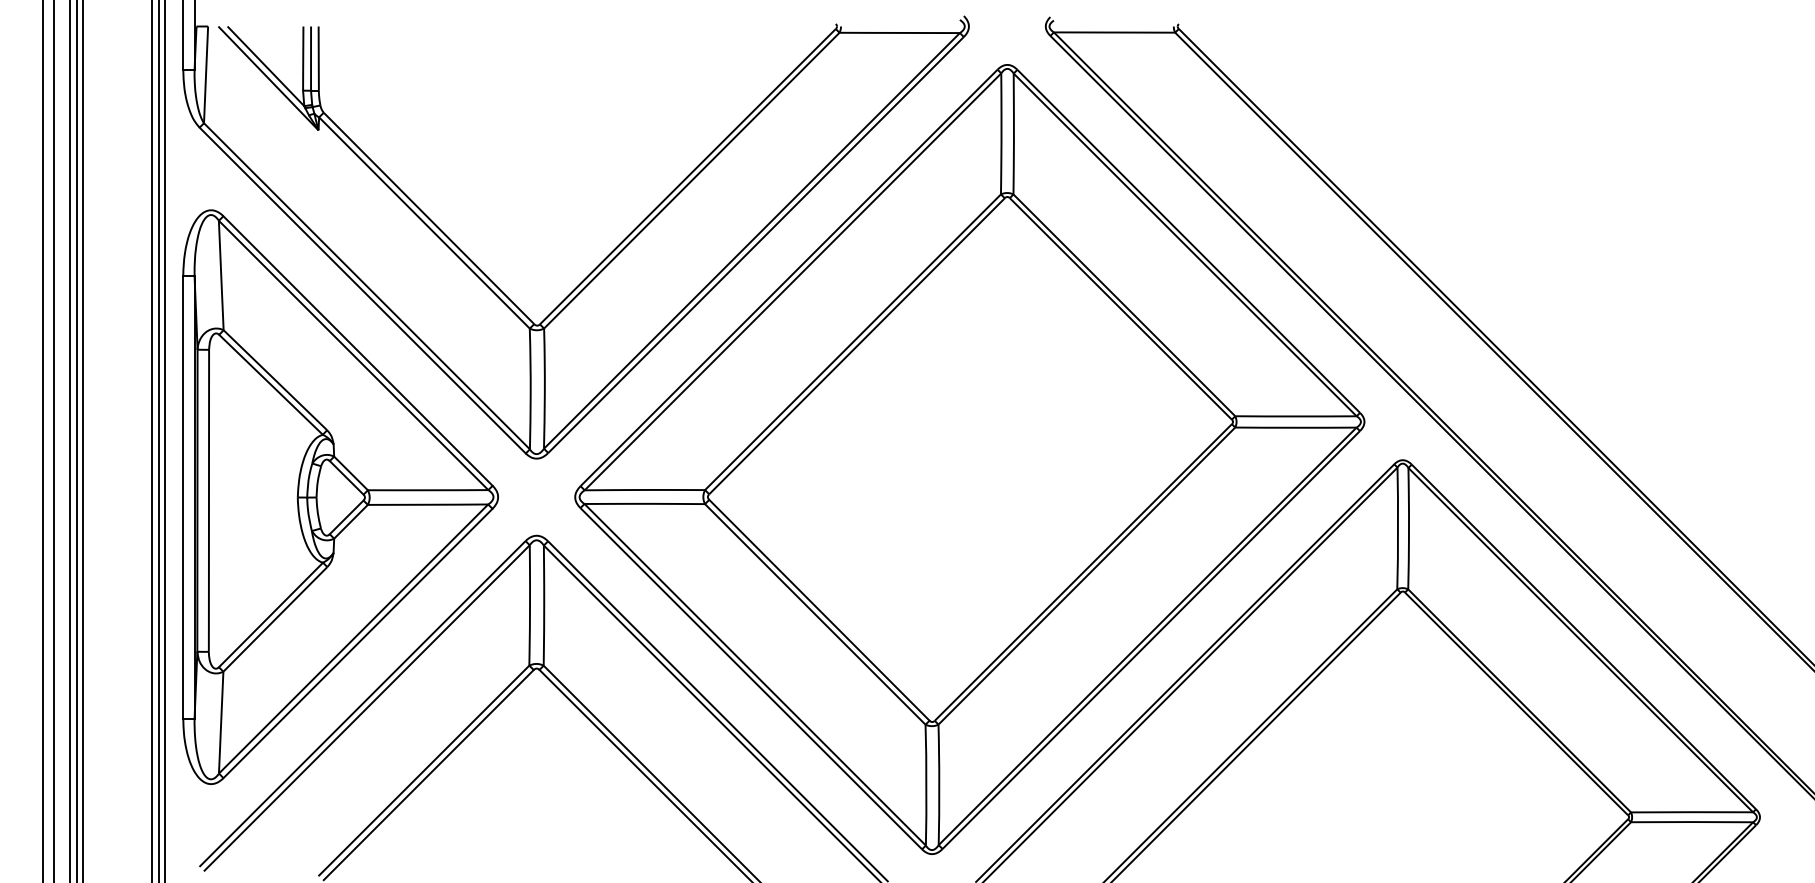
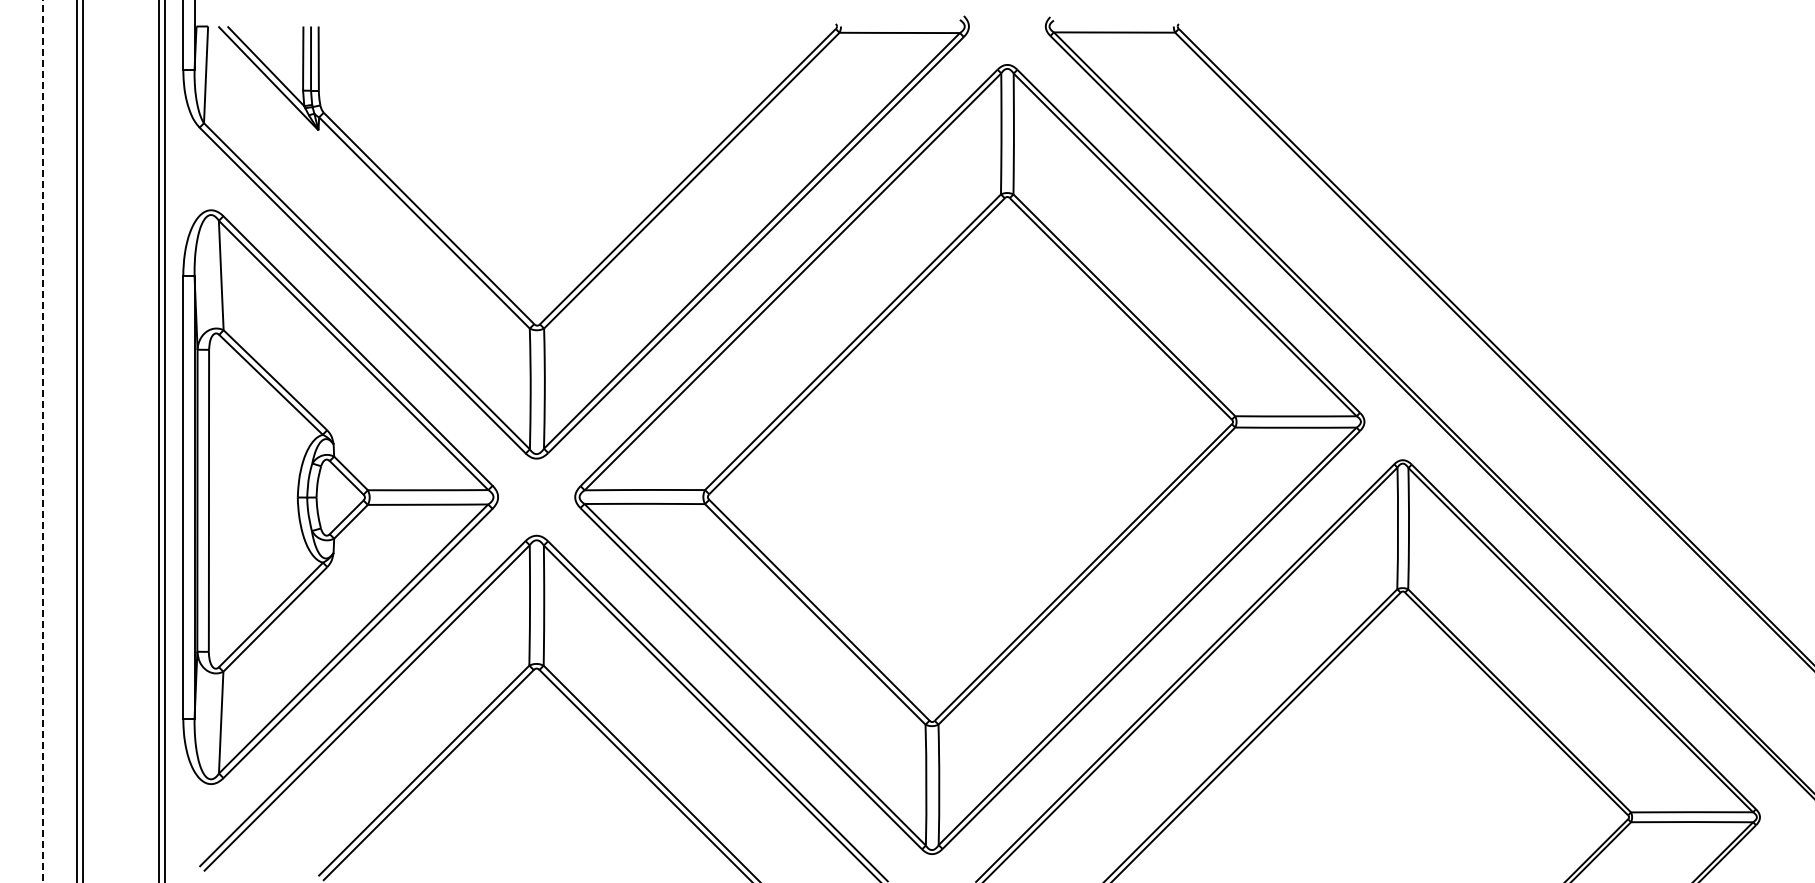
line at (54, 440): present -> none
line at (70, 440): present -> none
line at (152, 440): present -> none
line at (43, 441): solid -> dashed
